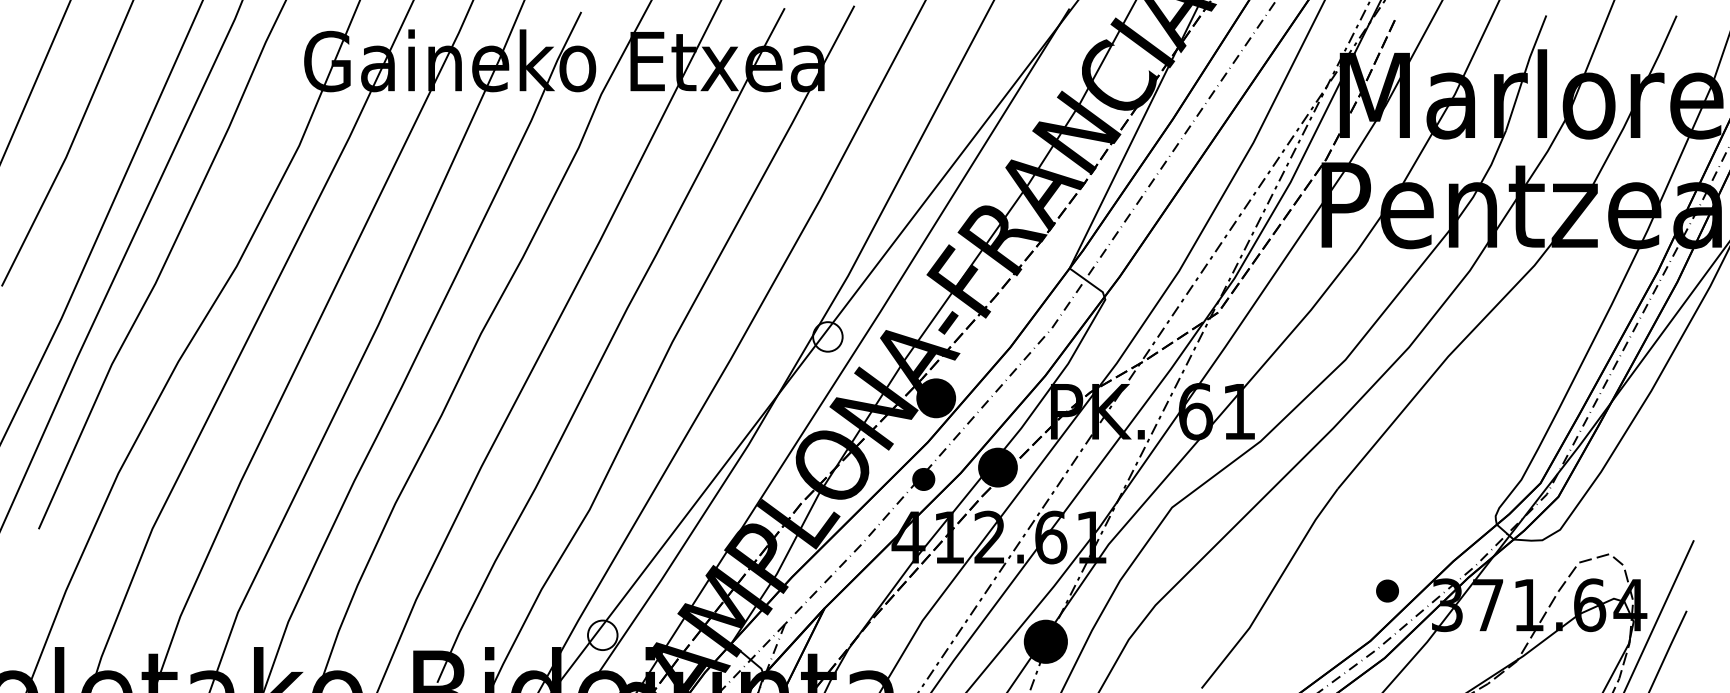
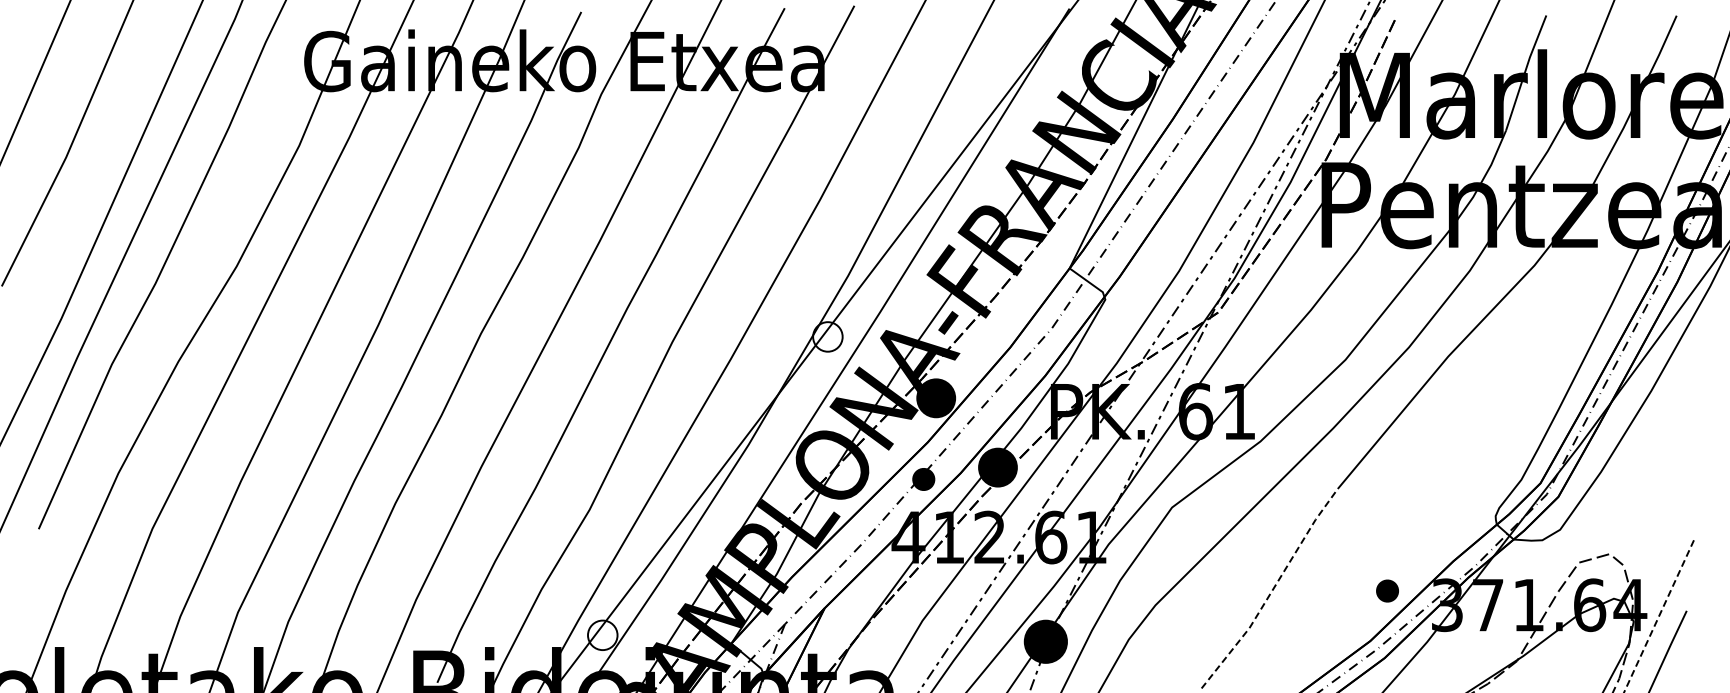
line at (1272, 590): solid -> dashed
line at (1658, 616): solid -> dashed
